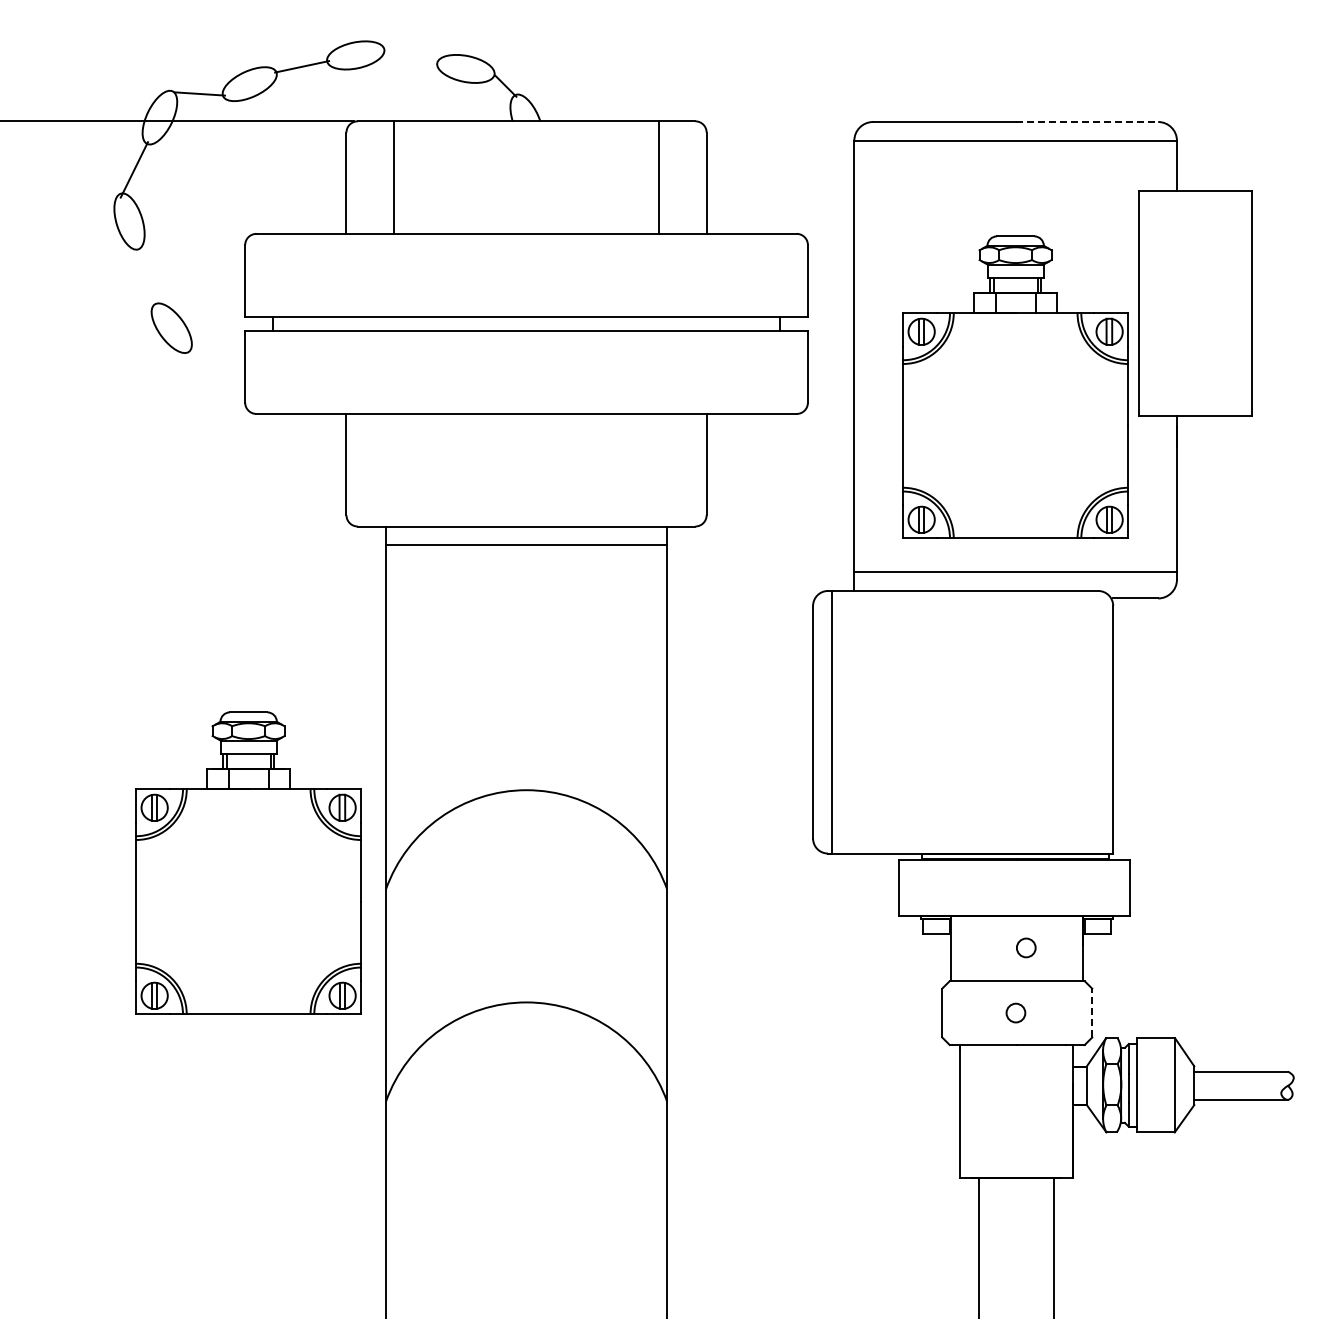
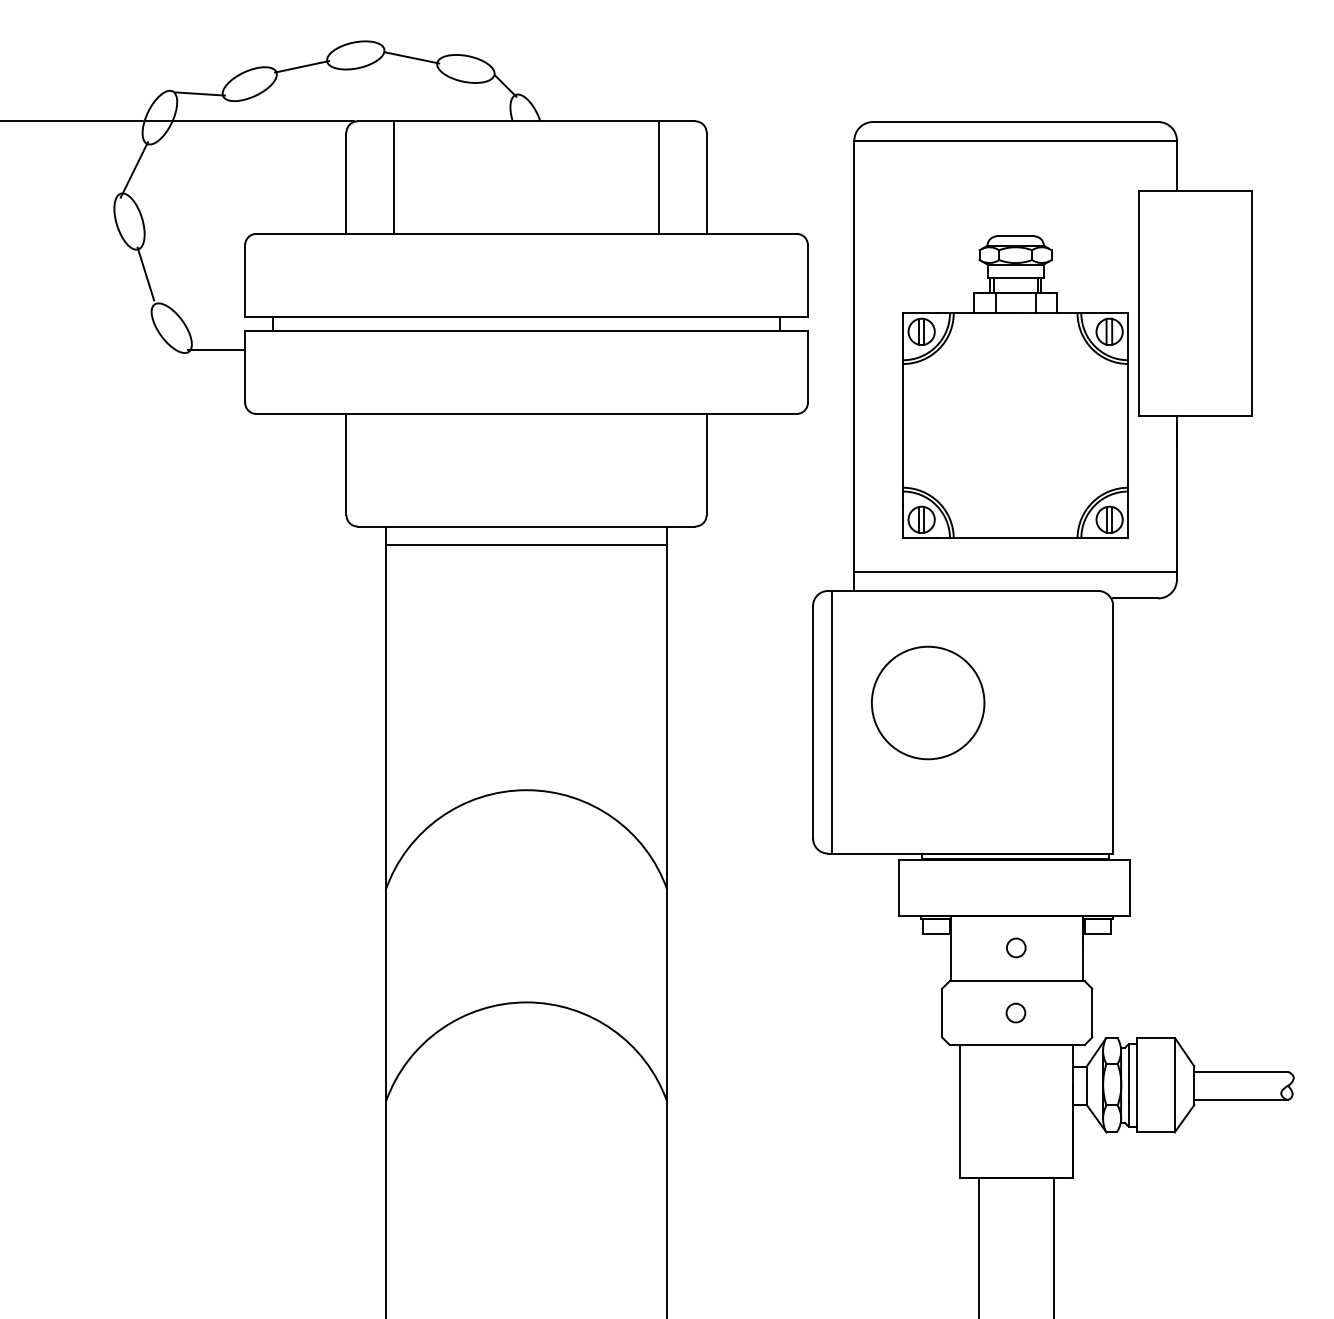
line at (412, 57): none -> present
line at (1087, 122): dashed -> solid
line at (145, 273): none -> present
line at (214, 350): none -> present
circle at (928, 702): none -> present
part at (248, 862): present -> none
circle at (1026, 947) position: (1026, 947) -> (1016, 947)
line at (1092, 1012): dashed -> solid
